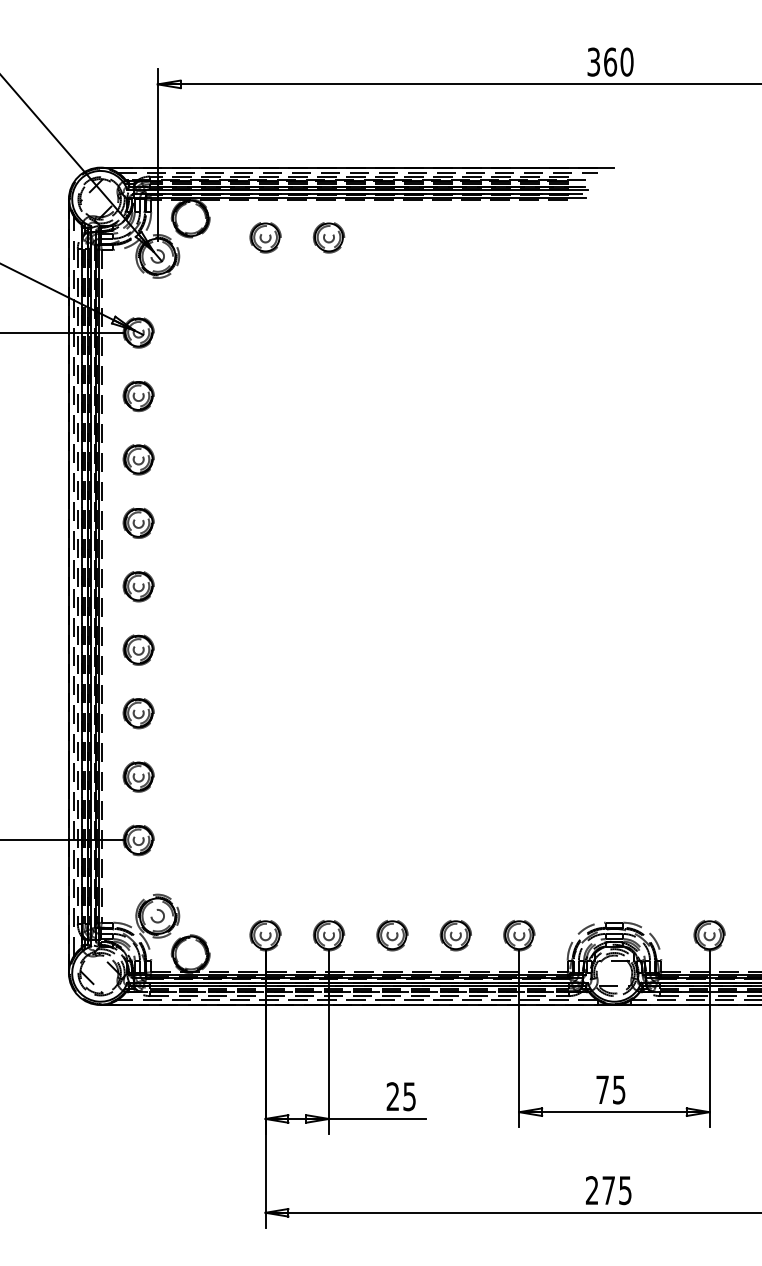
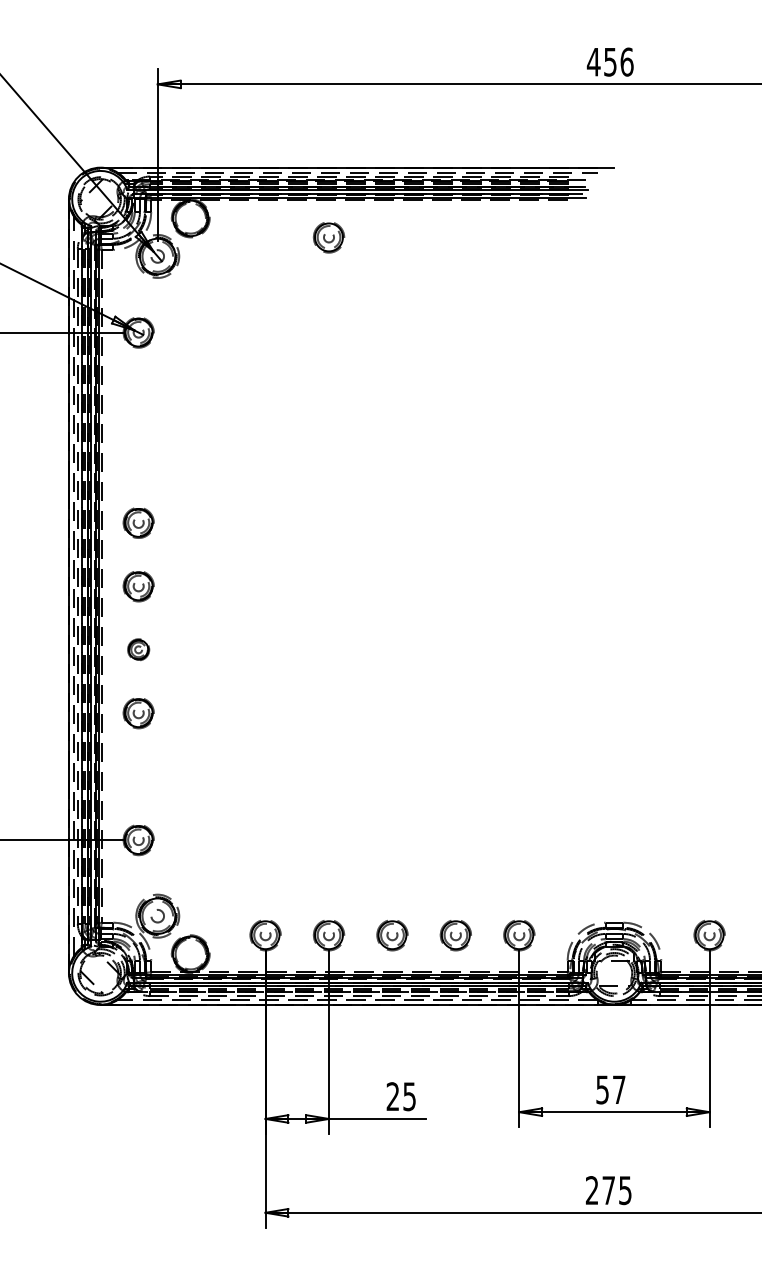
text at (609, 61): 360 -> 456
part at (265, 237): present -> none
part at (138, 396): present -> none
part at (138, 459): present -> none
part at (138, 649) size: 33x32 px -> 24x24 px
part at (138, 776): present -> none
text at (610, 1089): 75 -> 57
